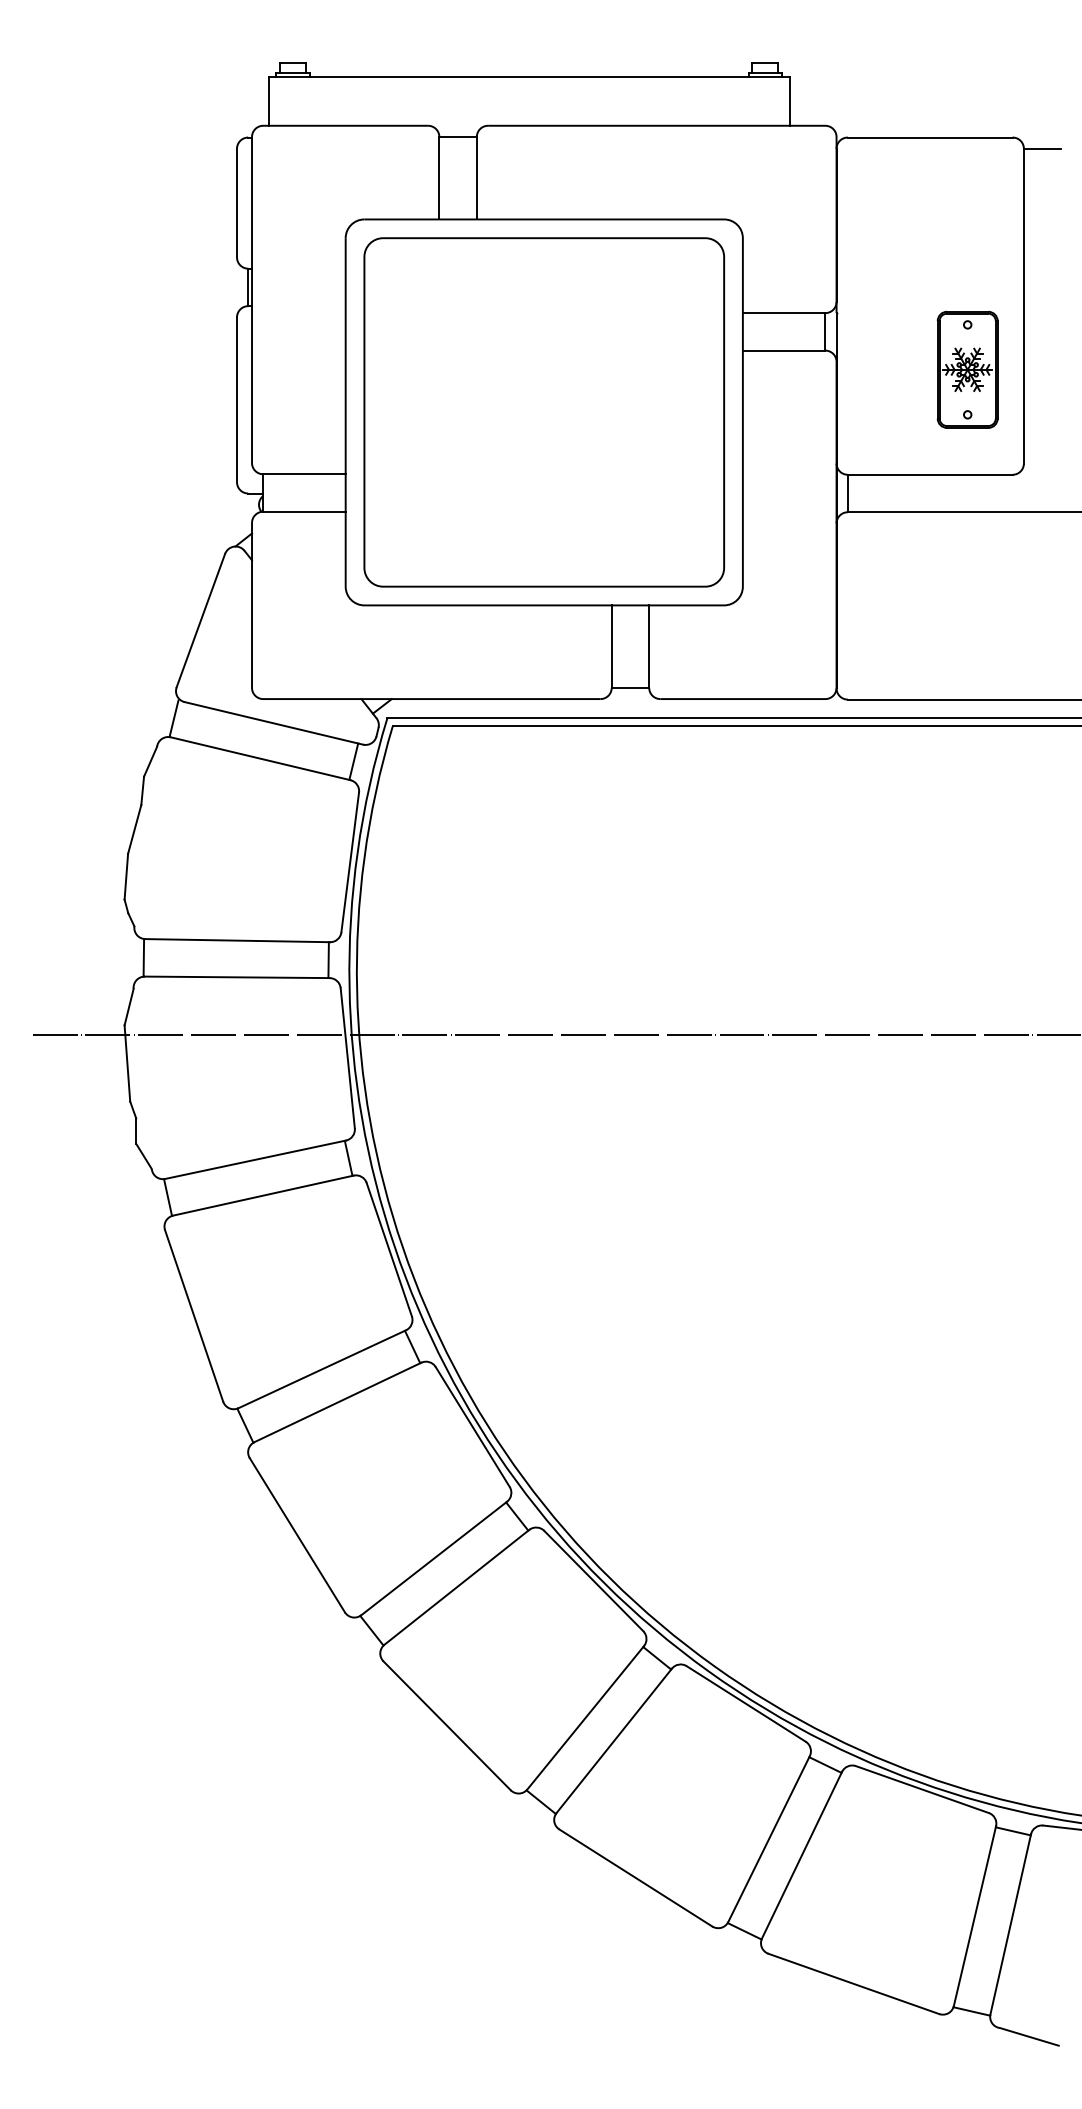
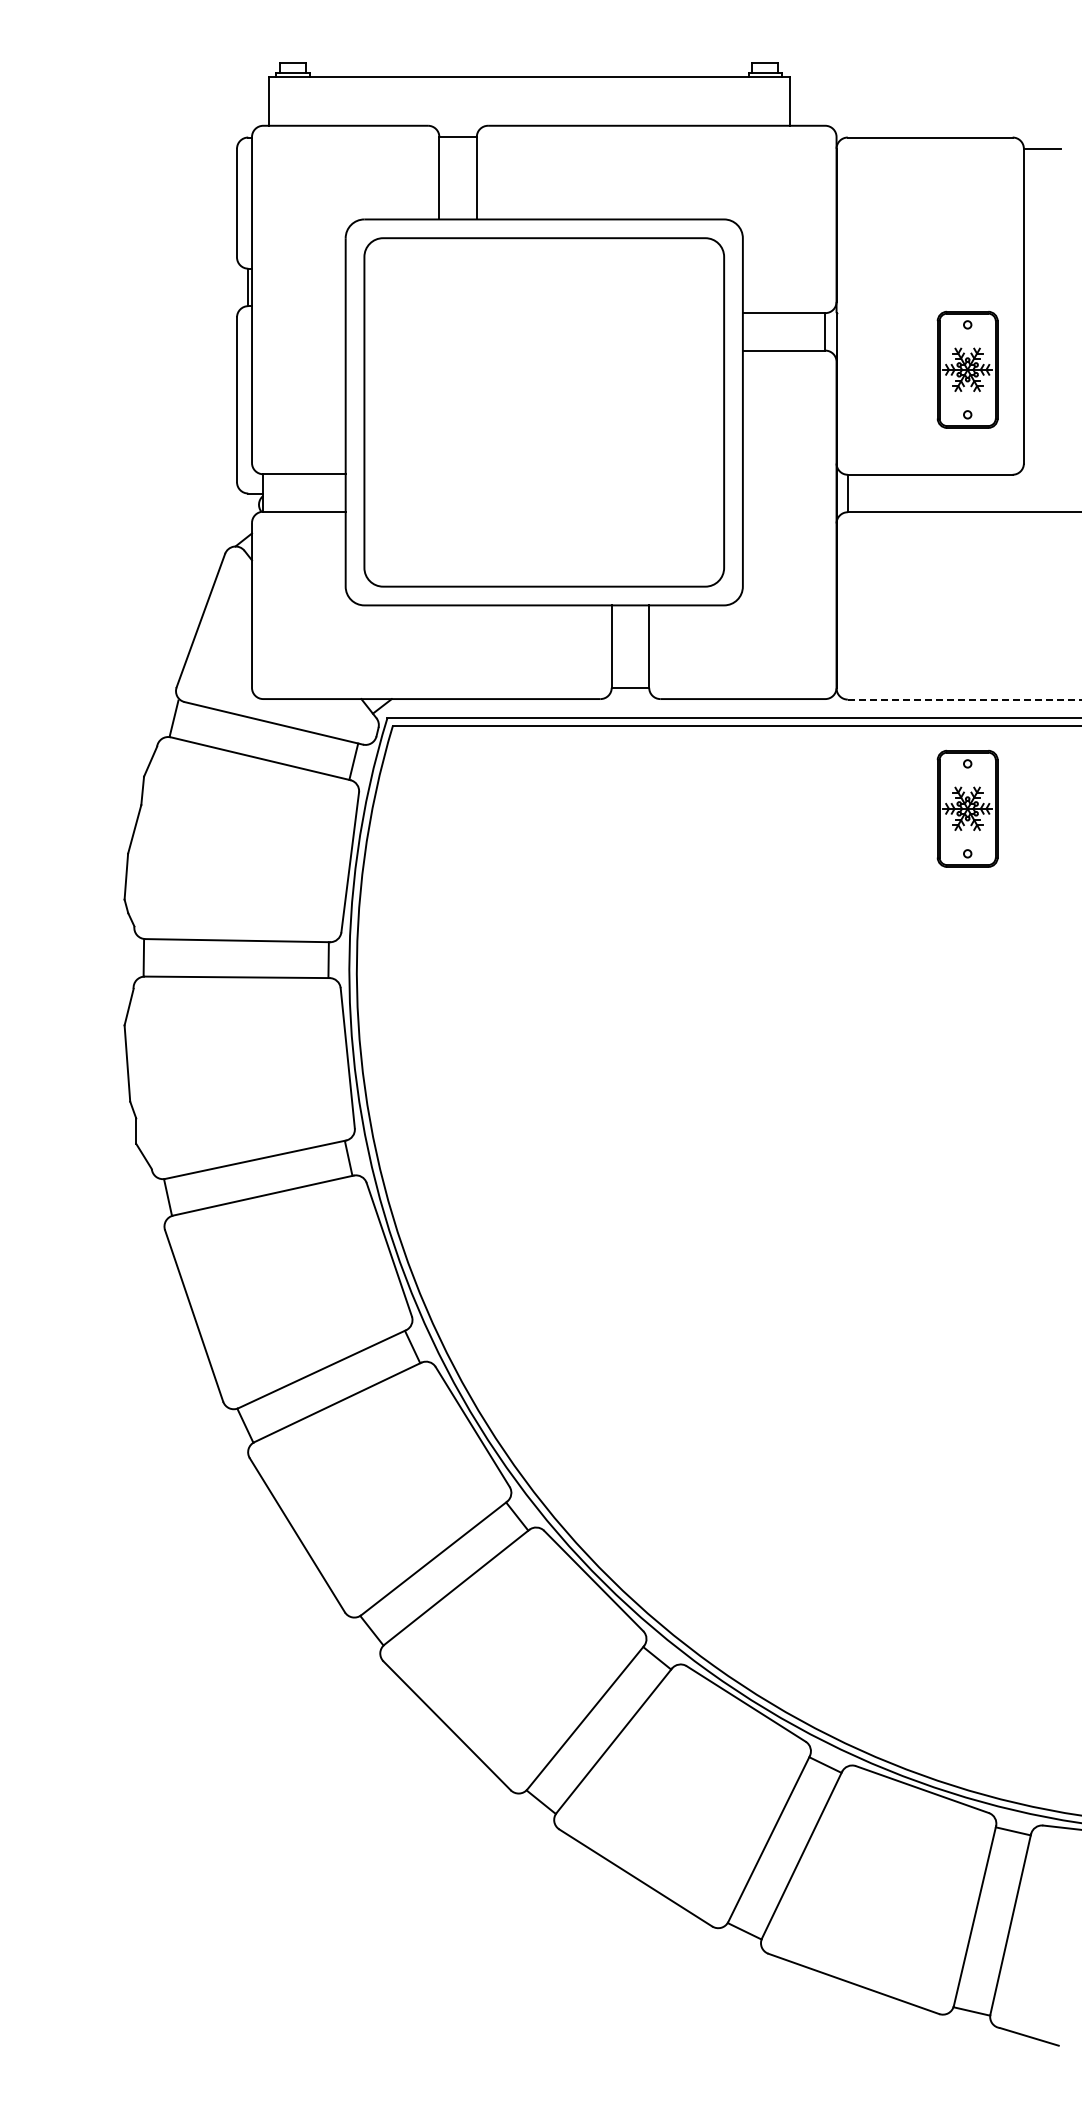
line at (964, 699): solid -> dashed
part at (967, 808): none -> present
line at (555, 1034): present -> none
